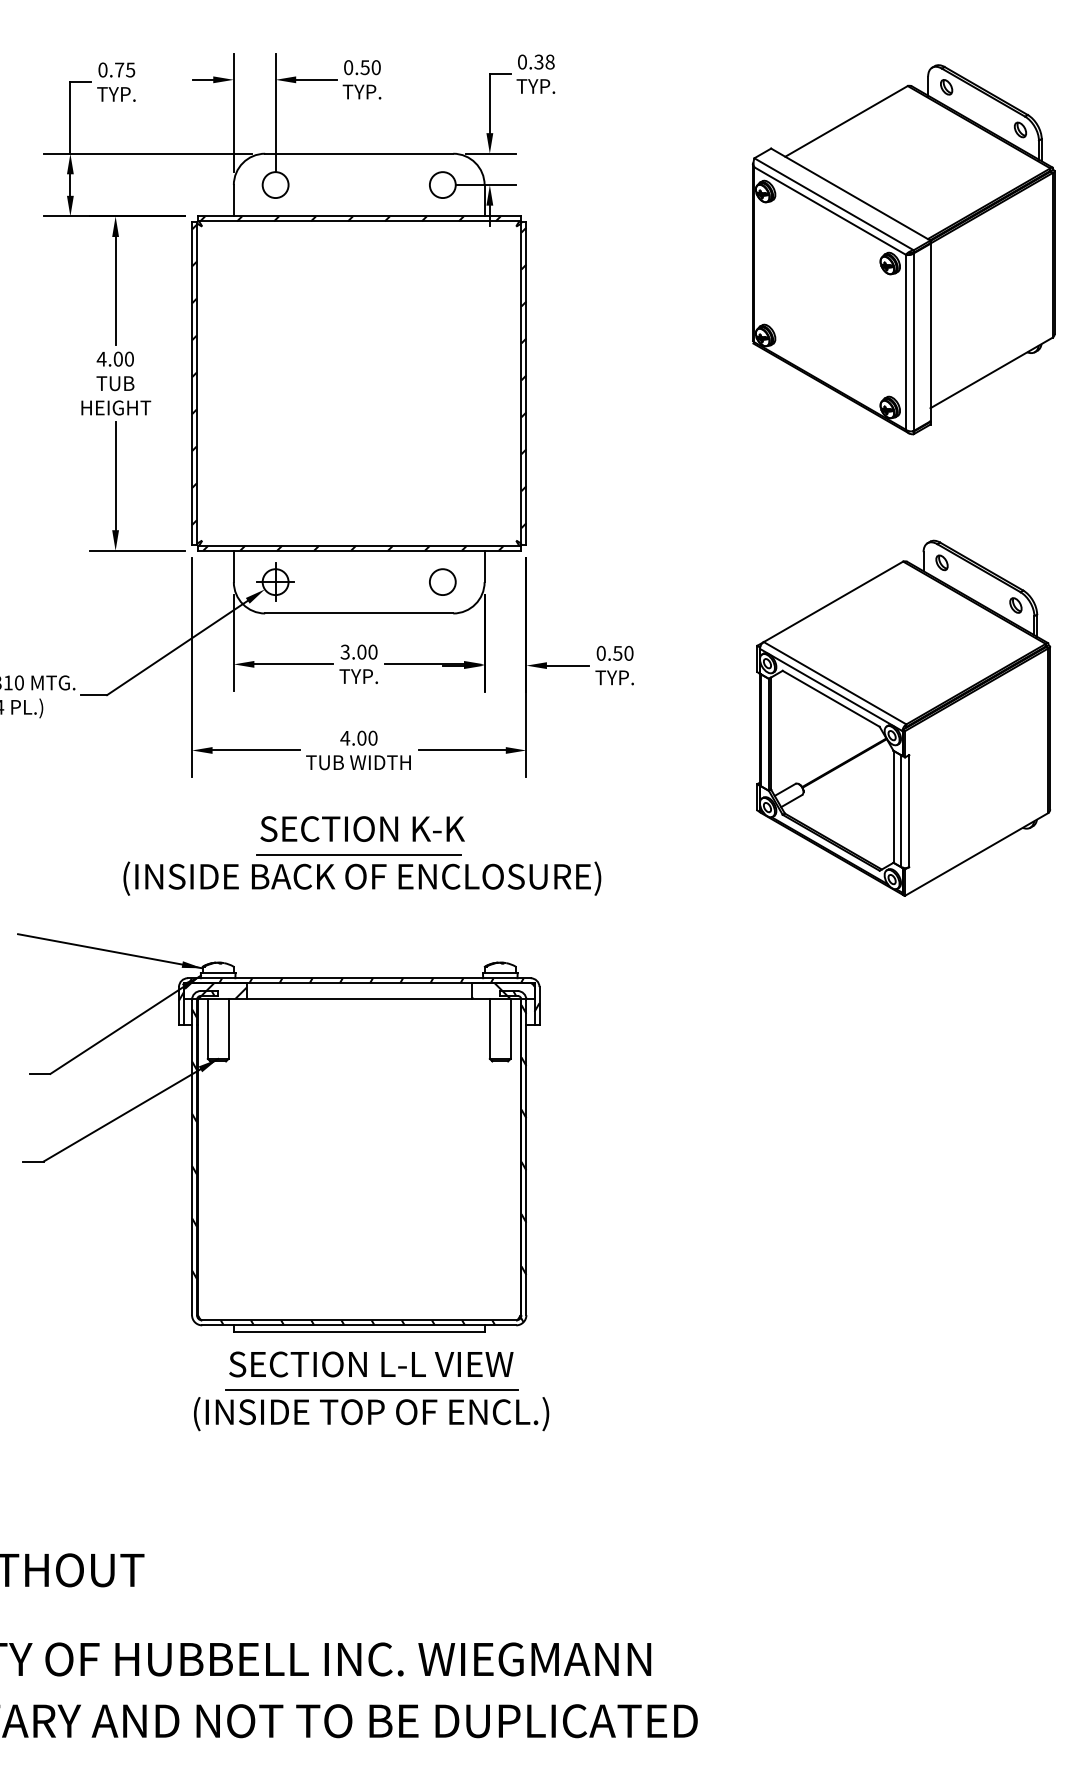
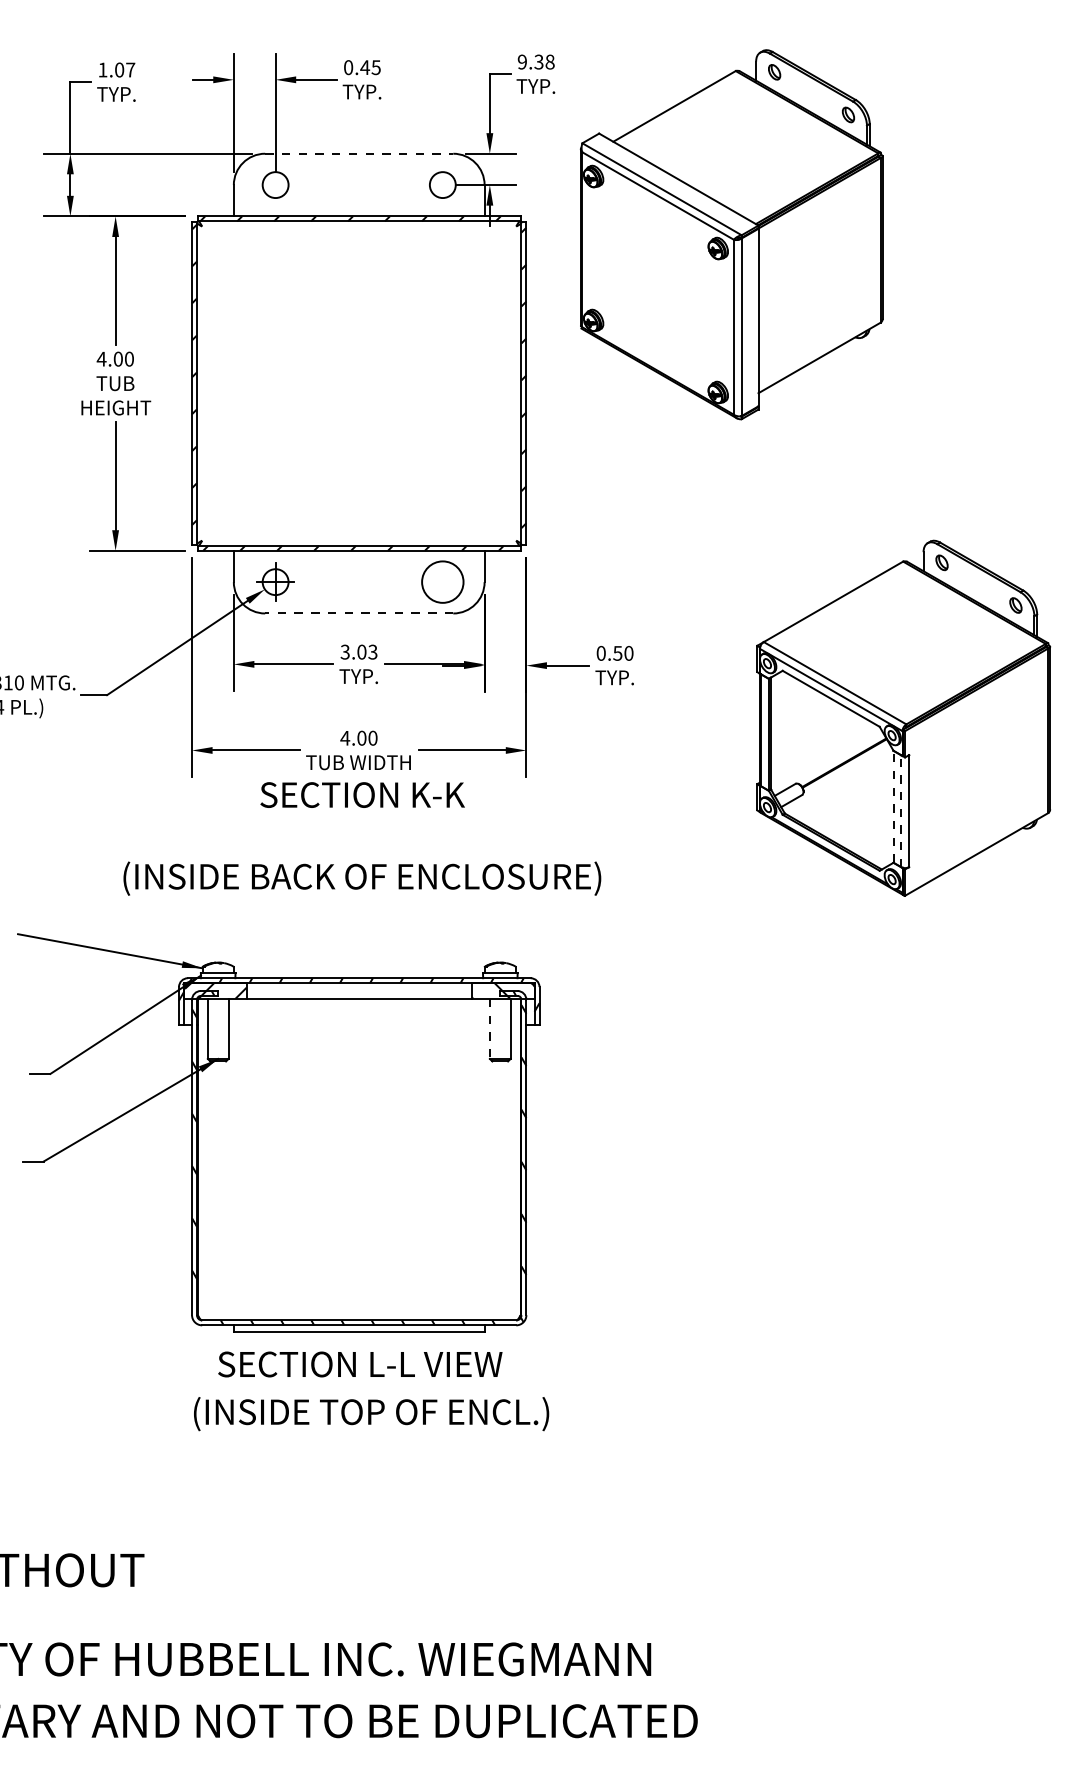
text at (521, 61): 0.38 -> 9.38
text at (370, 67): 0.50 -> 0.45
text at (116, 69): 0.75 -> 1.07
line at (359, 153): solid -> dashed
part at (903, 249) position: (903, 249) -> (731, 234)
circle at (442, 582) diameter: 26 px -> 41 px
line at (358, 613): solid -> dashed
text at (372, 651): 3.00 -> 3.03
line at (893, 806): solid -> dashed
line at (901, 811): solid -> dashed
text at (362, 828) position: (362, 828) -> (362, 794)
line at (358, 854): present -> none
line at (489, 1029): solid -> dashed
text at (371, 1364) position: (371, 1364) -> (360, 1364)
line at (371, 1389): present -> none
